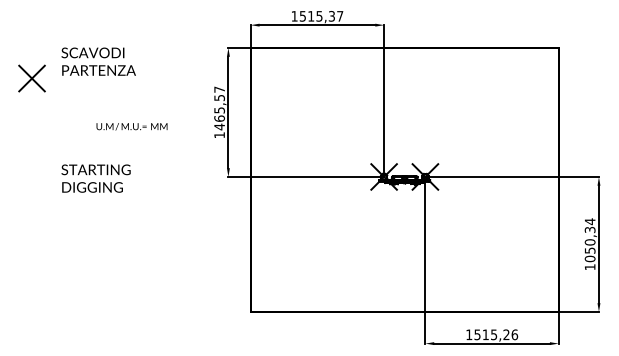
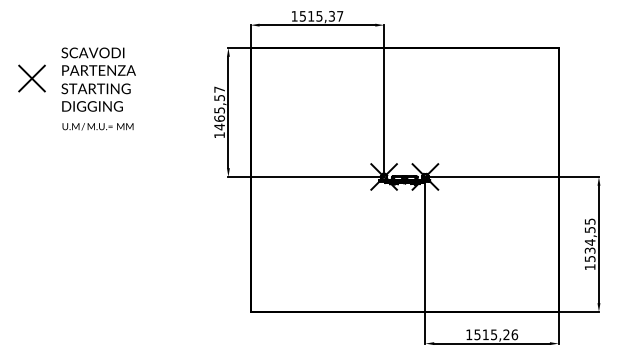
text at (131, 126) position: (131, 126) -> (97, 126)
text at (95, 178) position: (95, 178) -> (95, 97)
text at (589, 240): 1050,34 -> 1534,55
